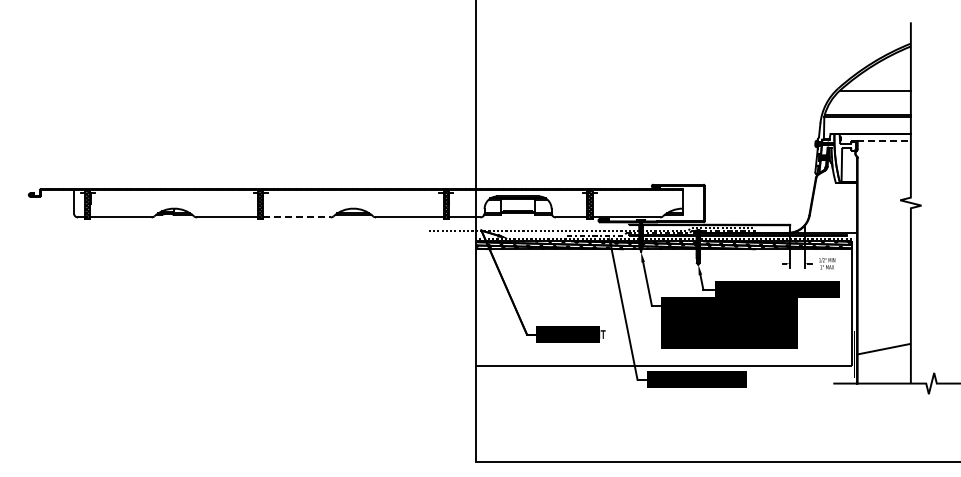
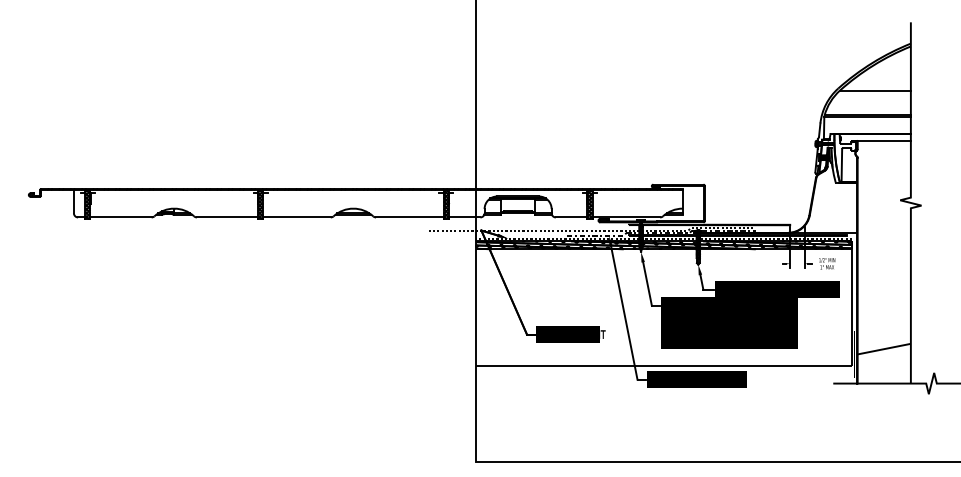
line at (884, 140): dashed -> solid
line at (296, 217): dashed -> solid
